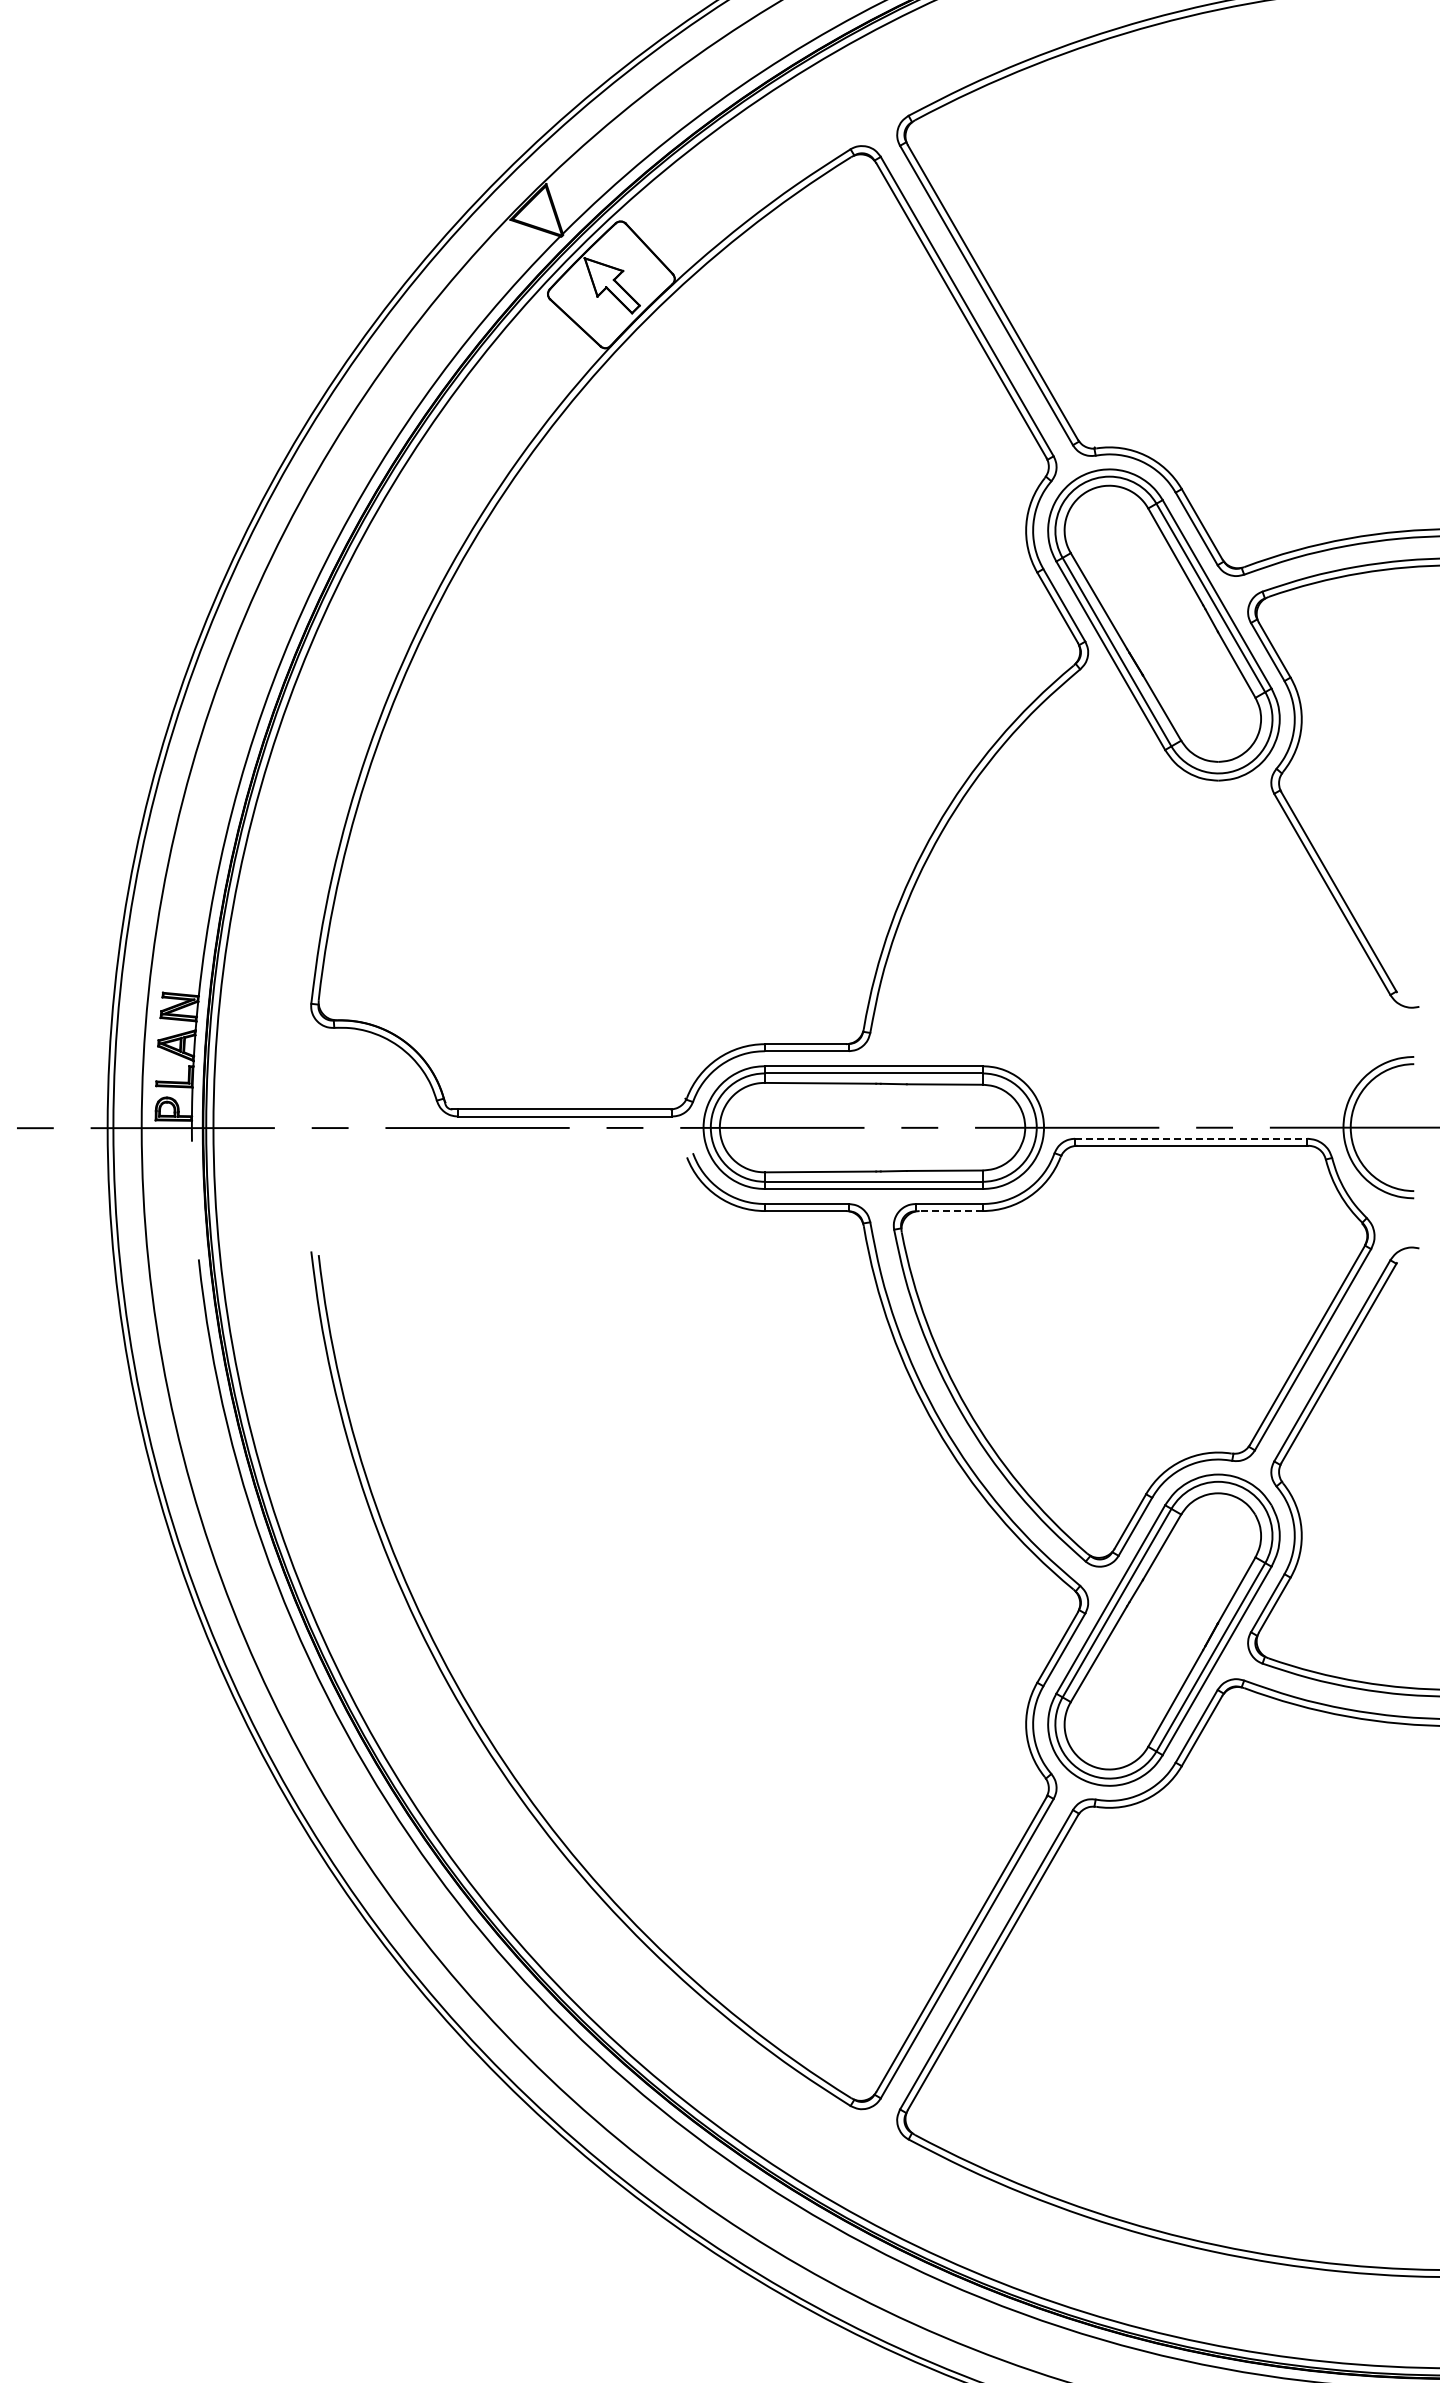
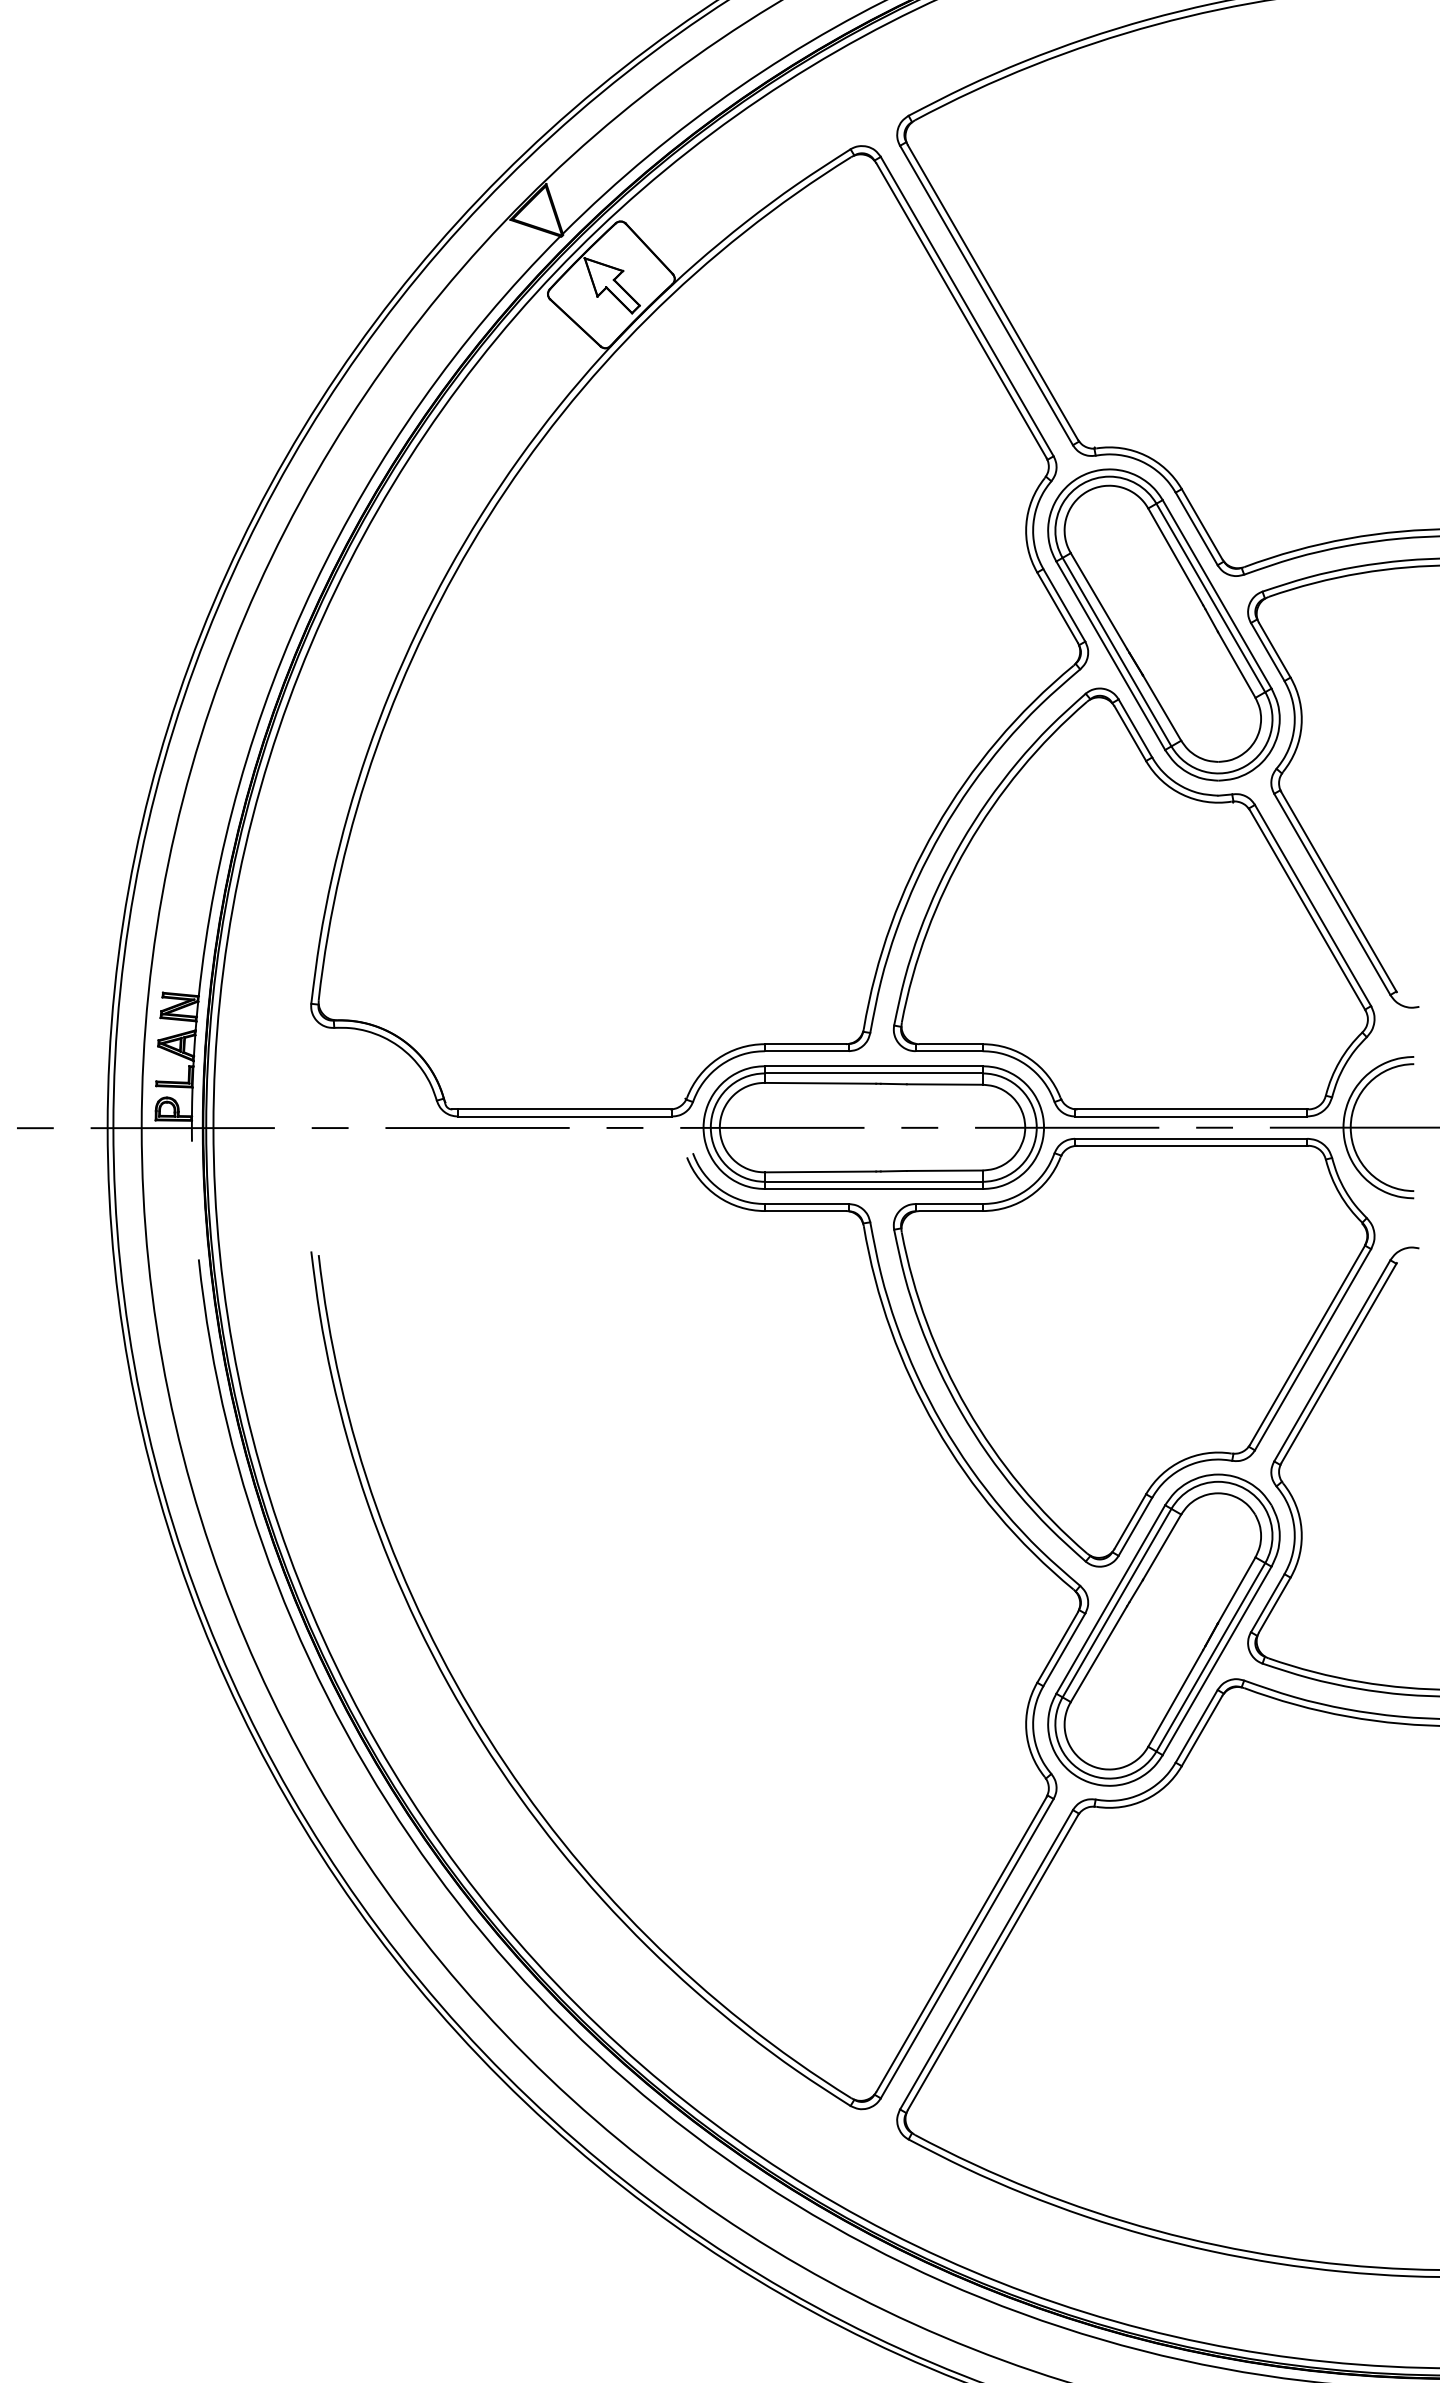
part at (1133, 902): none -> present
line at (1191, 1138): dashed -> solid
line at (950, 1211): dashed -> solid
